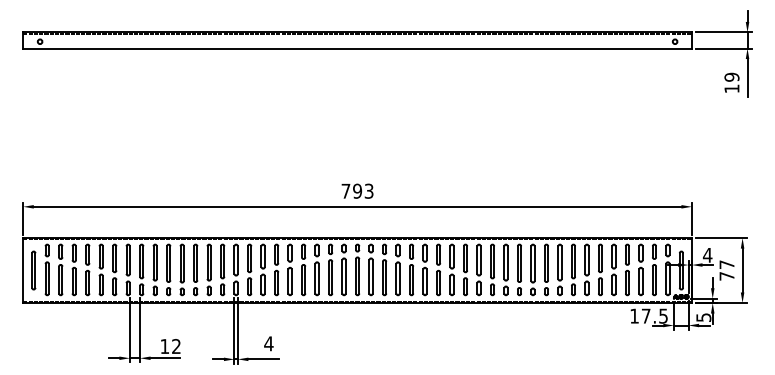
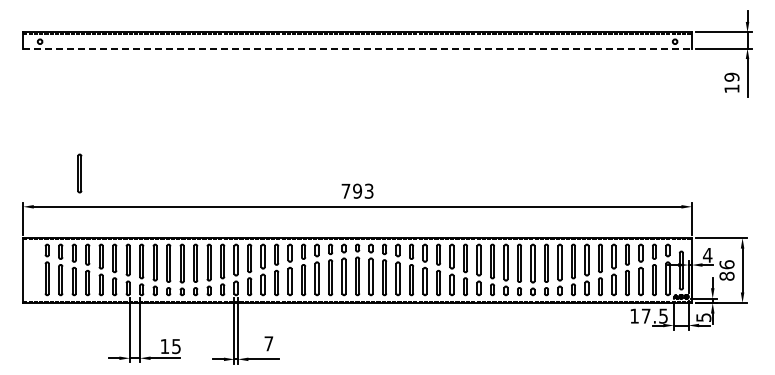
line at (358, 48): solid -> dashed
part at (33, 270) position: (33, 270) -> (79, 173)
text at (726, 270): 77 -> 86
text at (268, 343): 4 -> 7
text at (176, 346): 12 -> 15
